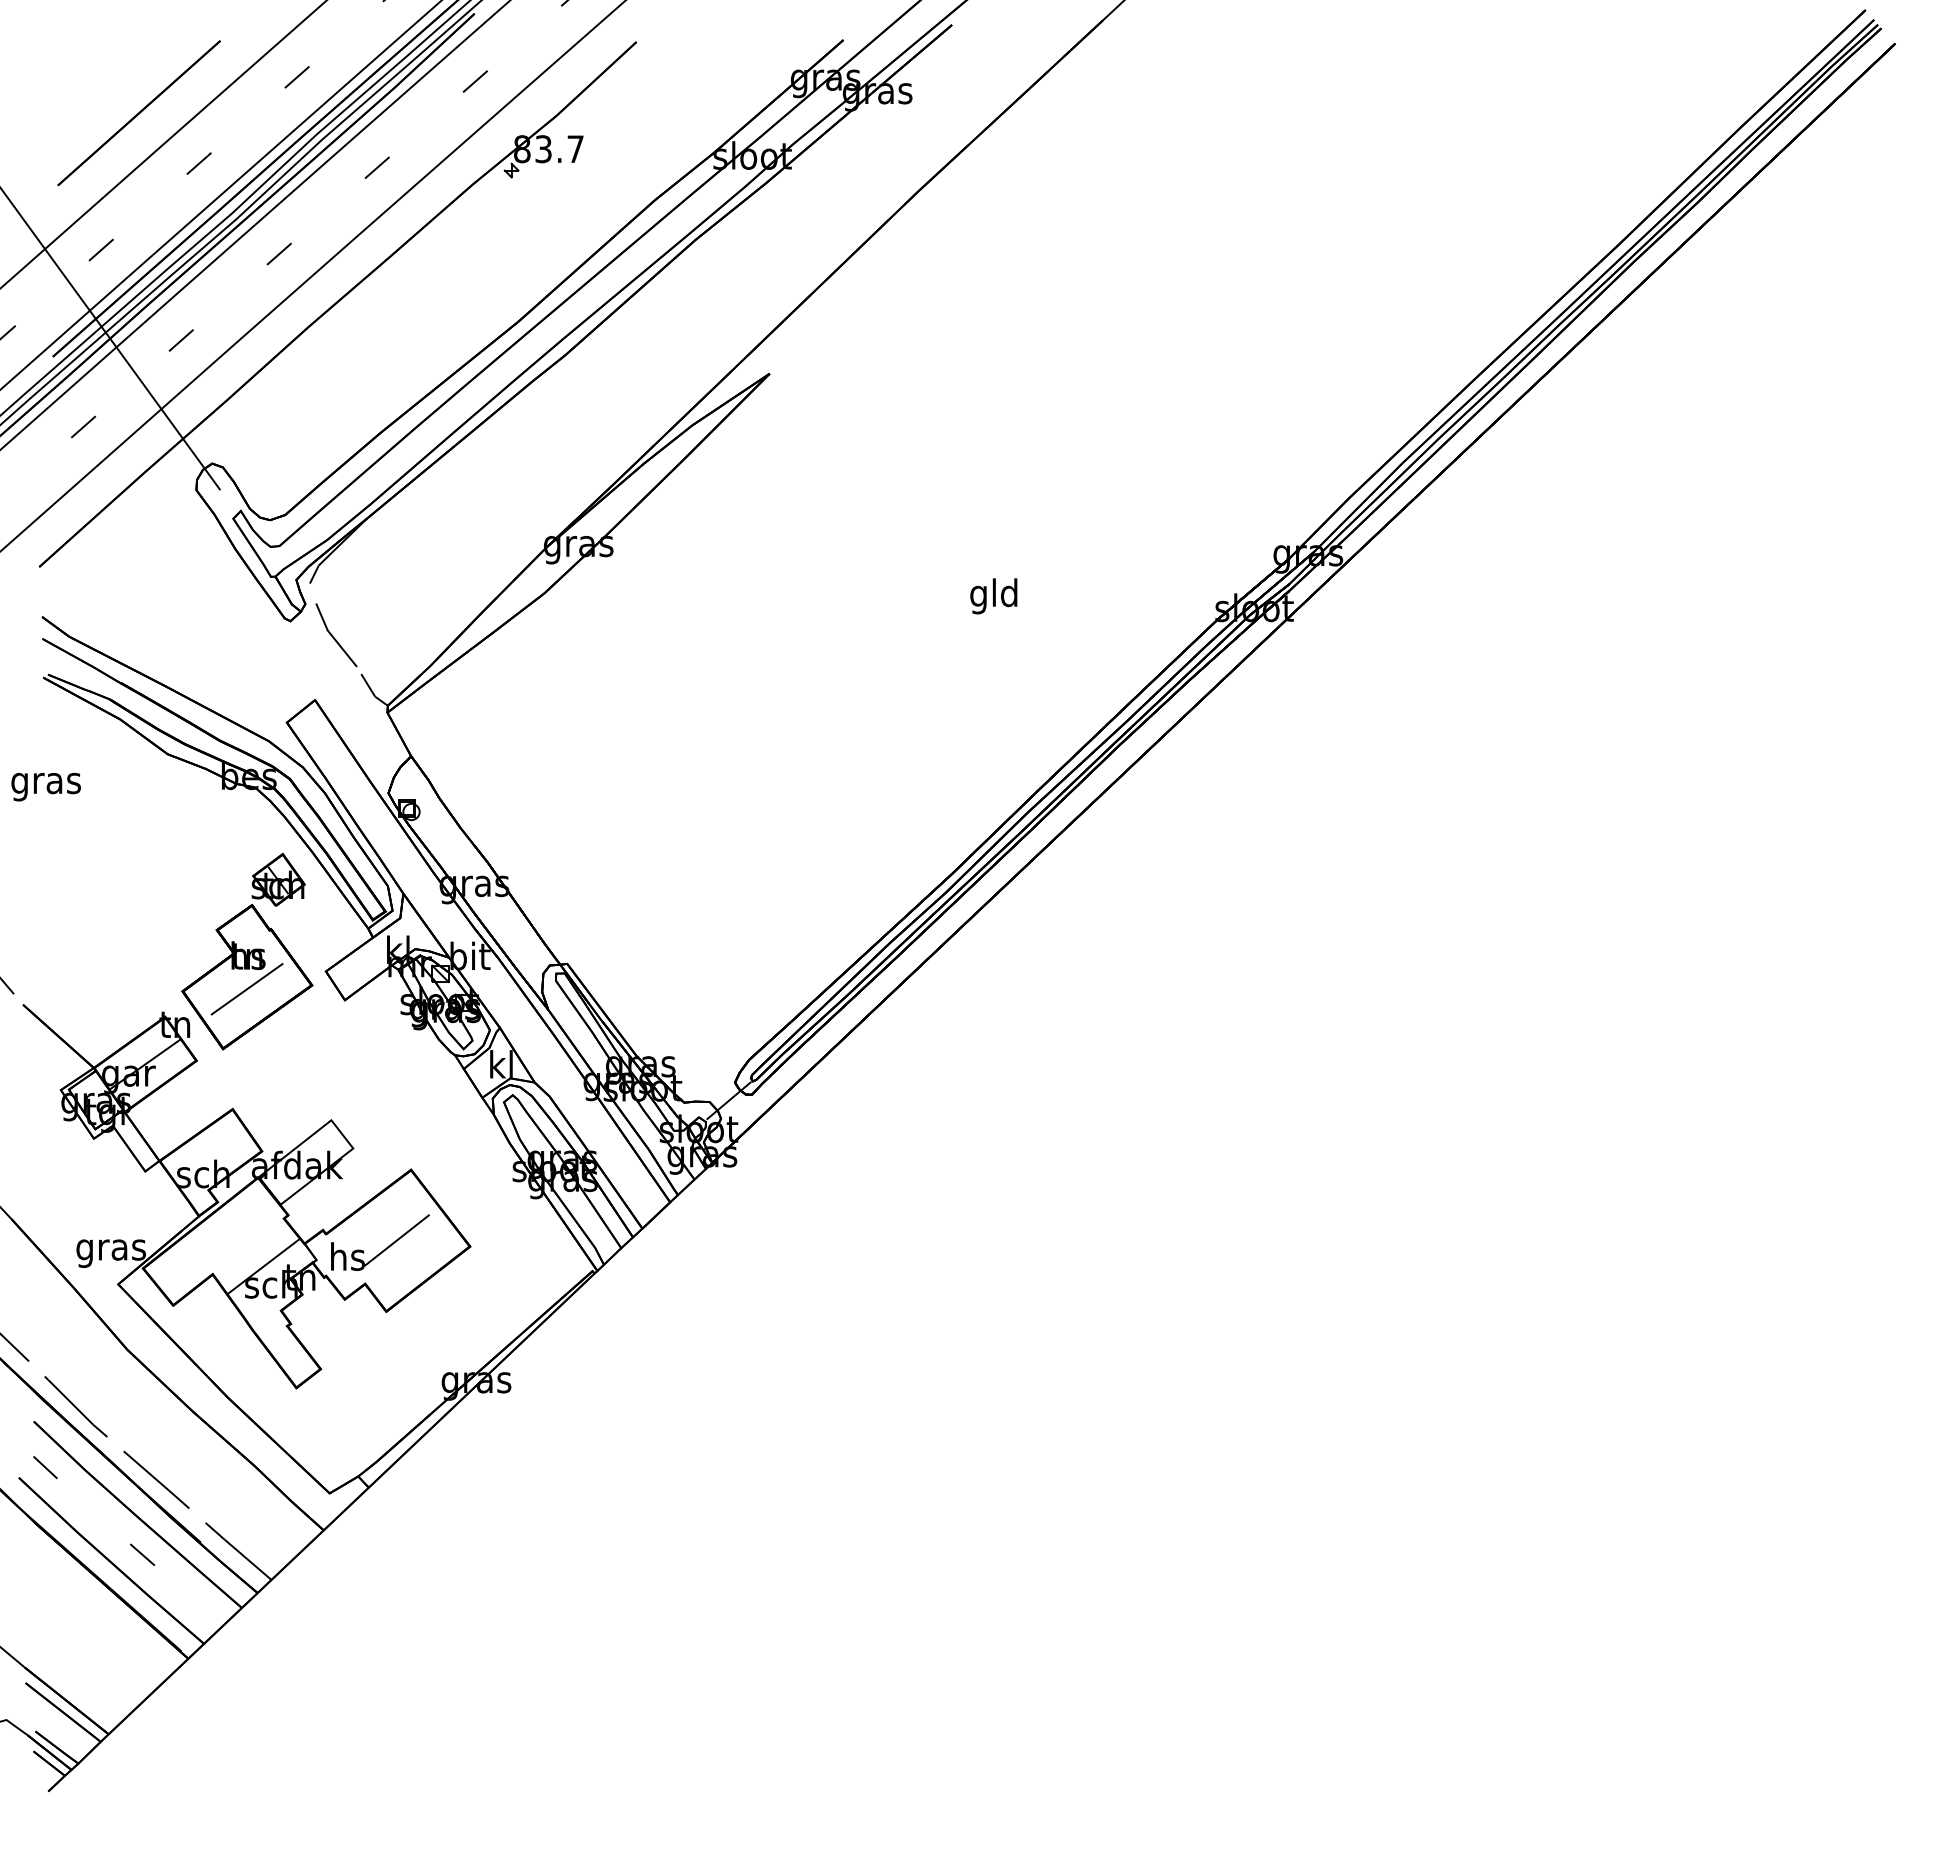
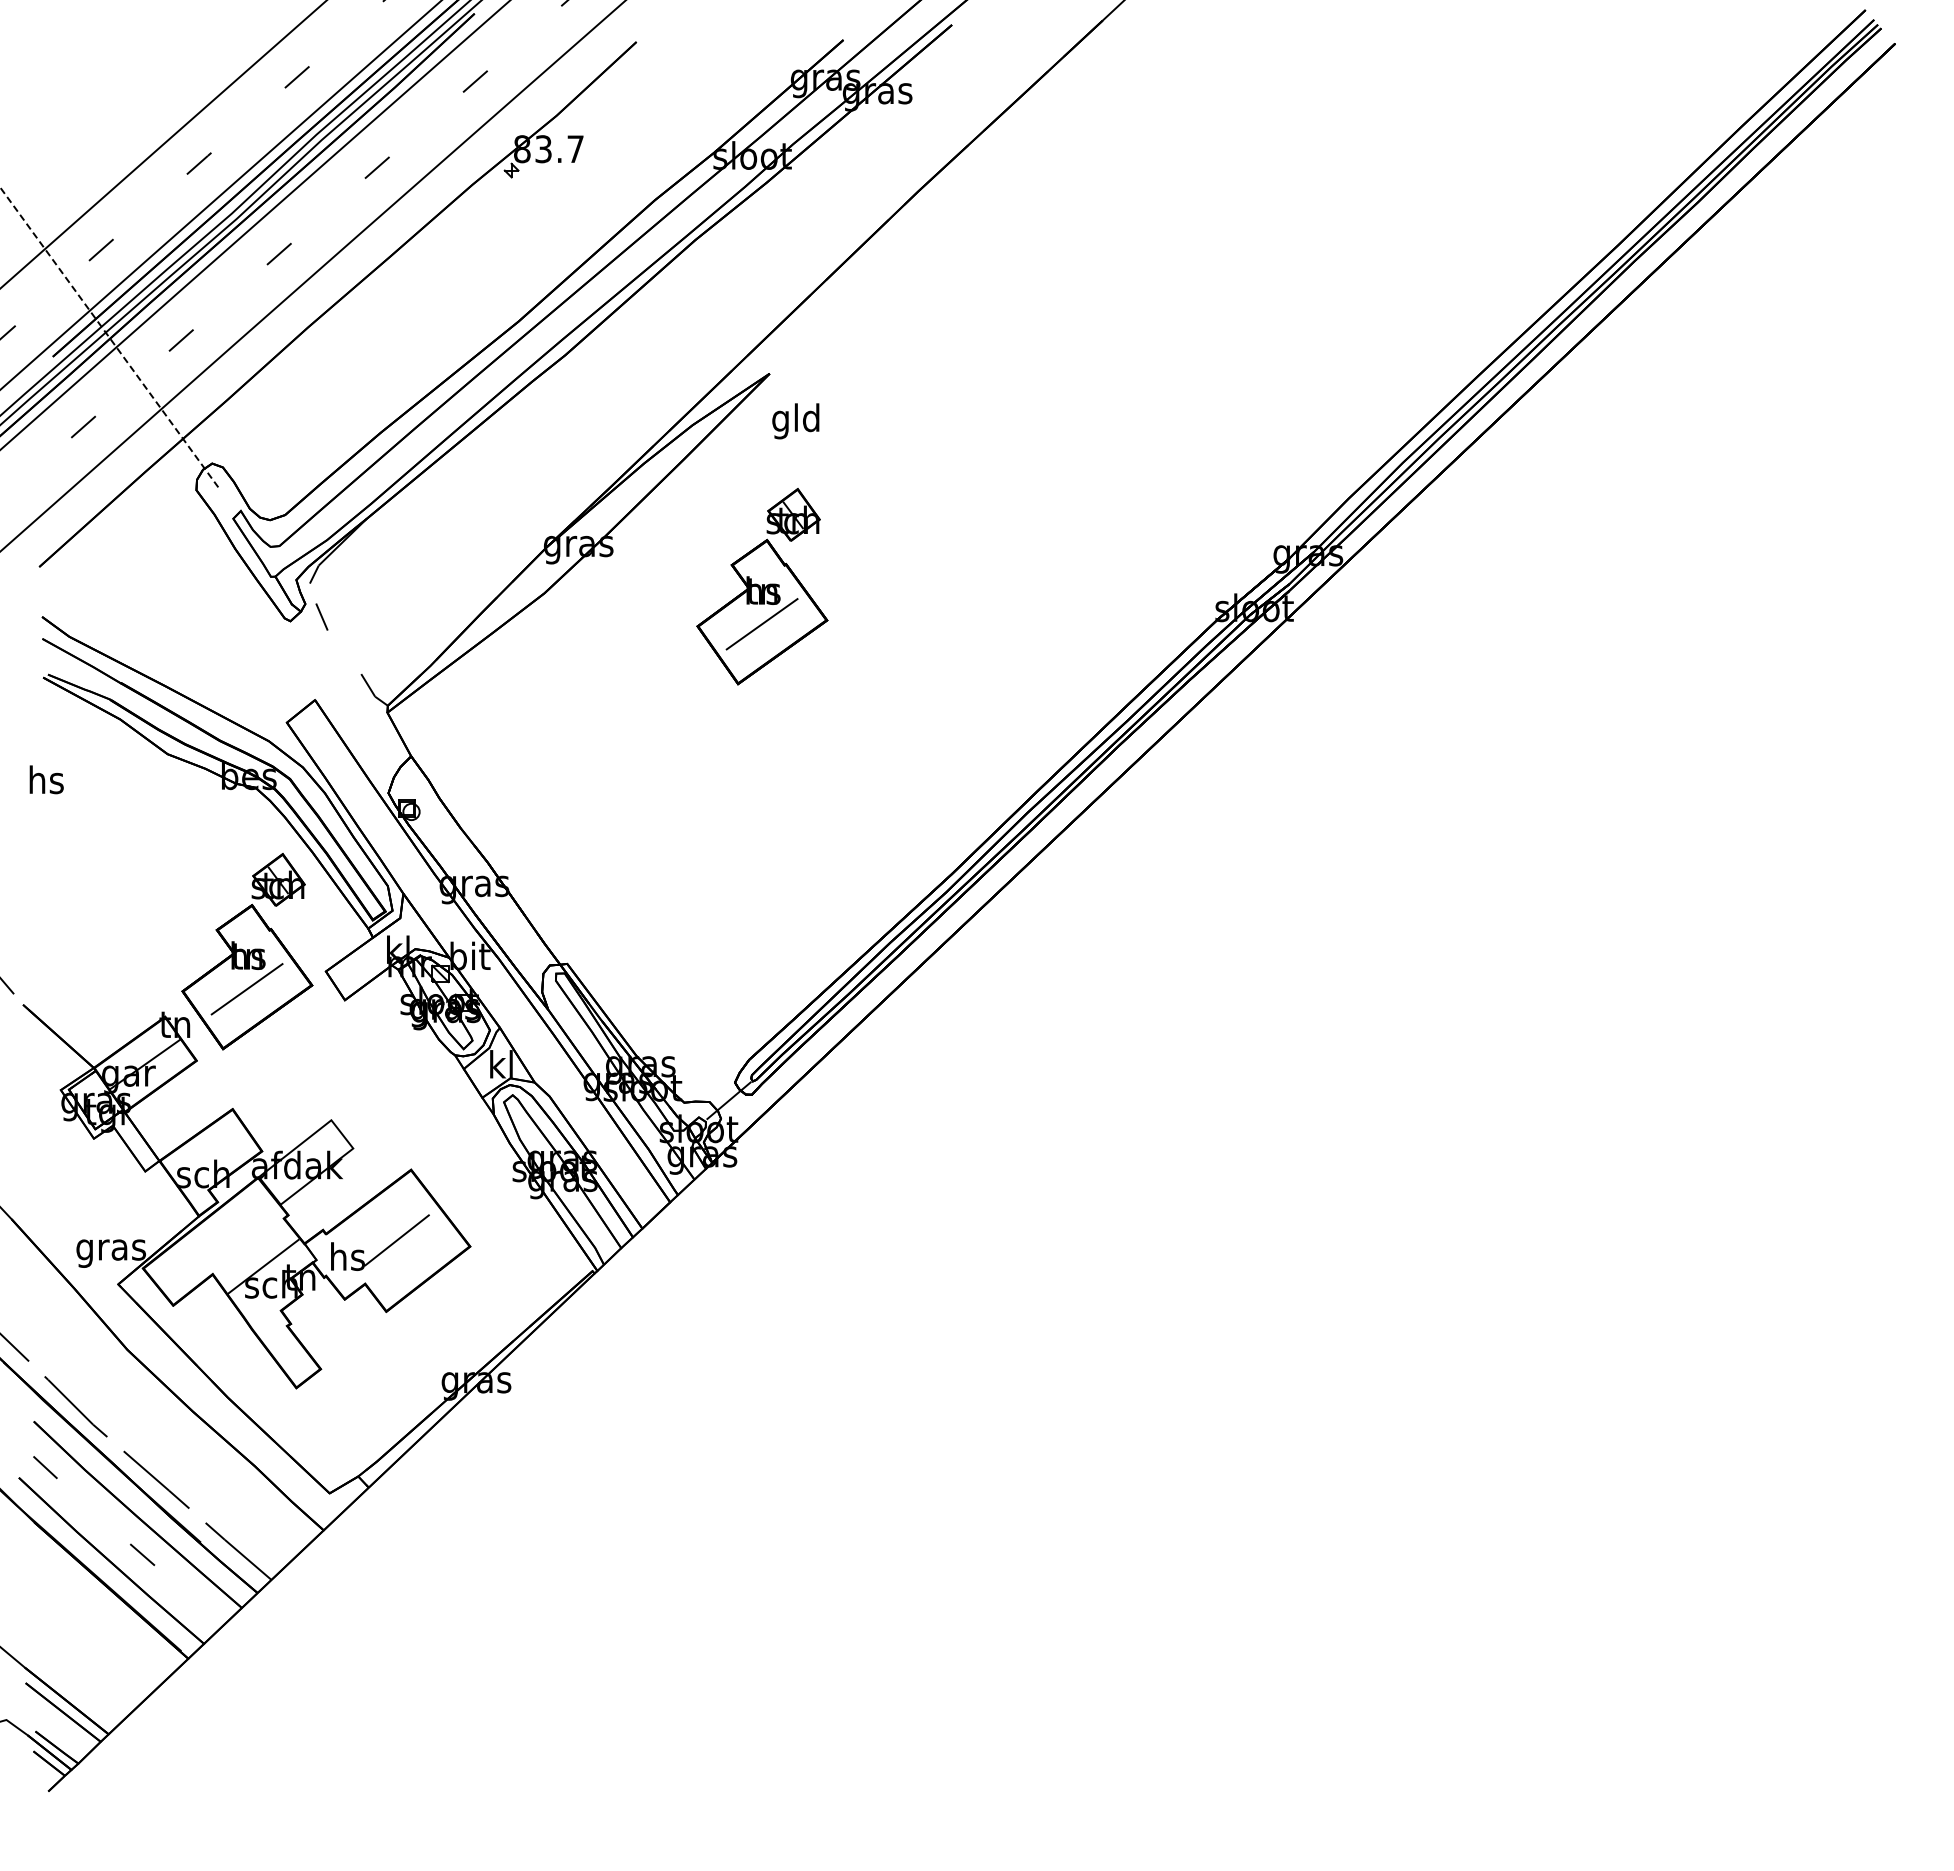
line at (138, 113): present -> none
line at (109, 338): solid -> dashed
part at (762, 586): none -> present
text at (993, 596) position: (993, 596) -> (795, 421)
line at (341, 648): present -> none
text at (45, 783): gras -> hs
